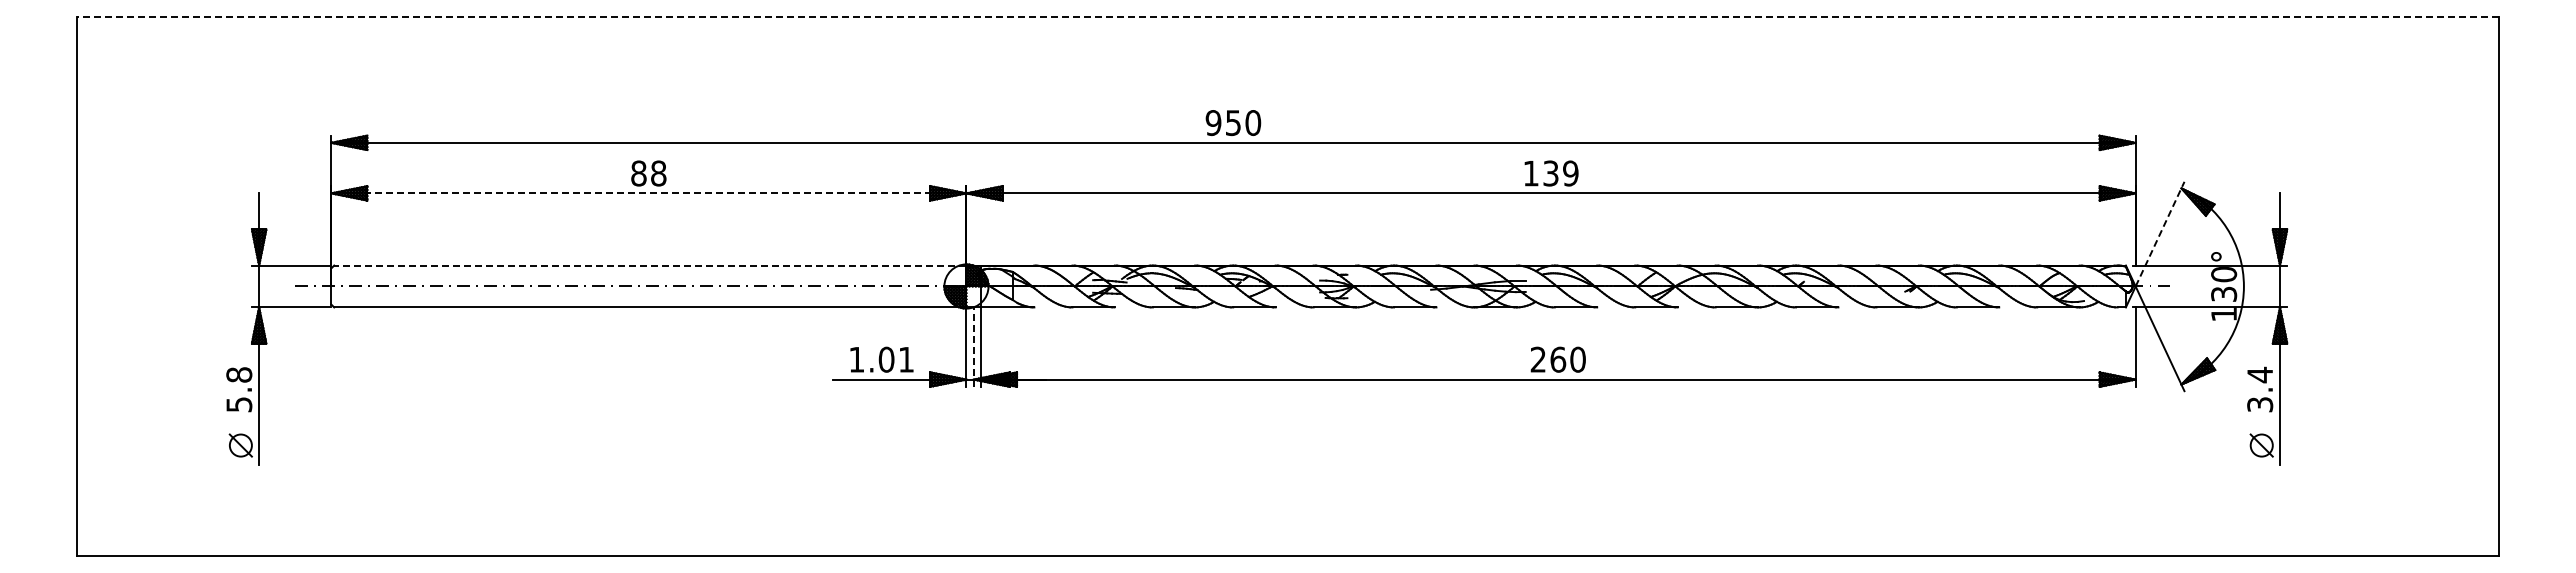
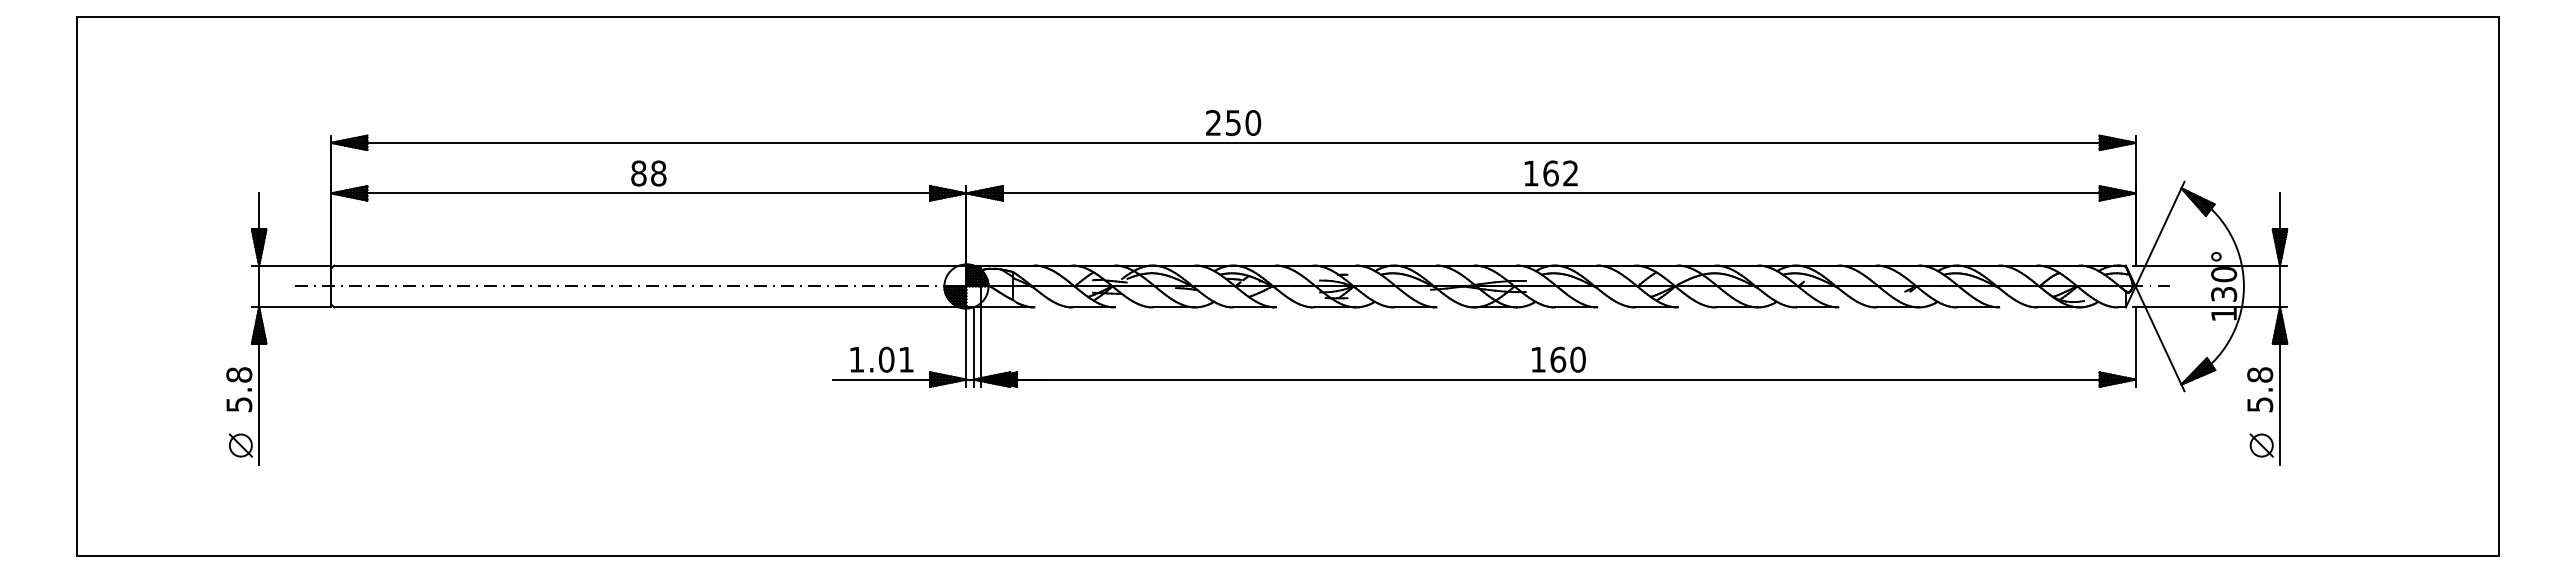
line at (1288, 17): dashed -> solid
text at (1213, 123): 950 -> 250
text at (1560, 173): 139 -> 162
line at (648, 193): dashed -> solid
line at (2160, 234): dashed -> solid
line at (649, 265): dashed -> solid
line at (973, 347): dashed -> solid
text at (1537, 359): 260 -> 160
text at (2260, 388): 3.4 -> 5.8
